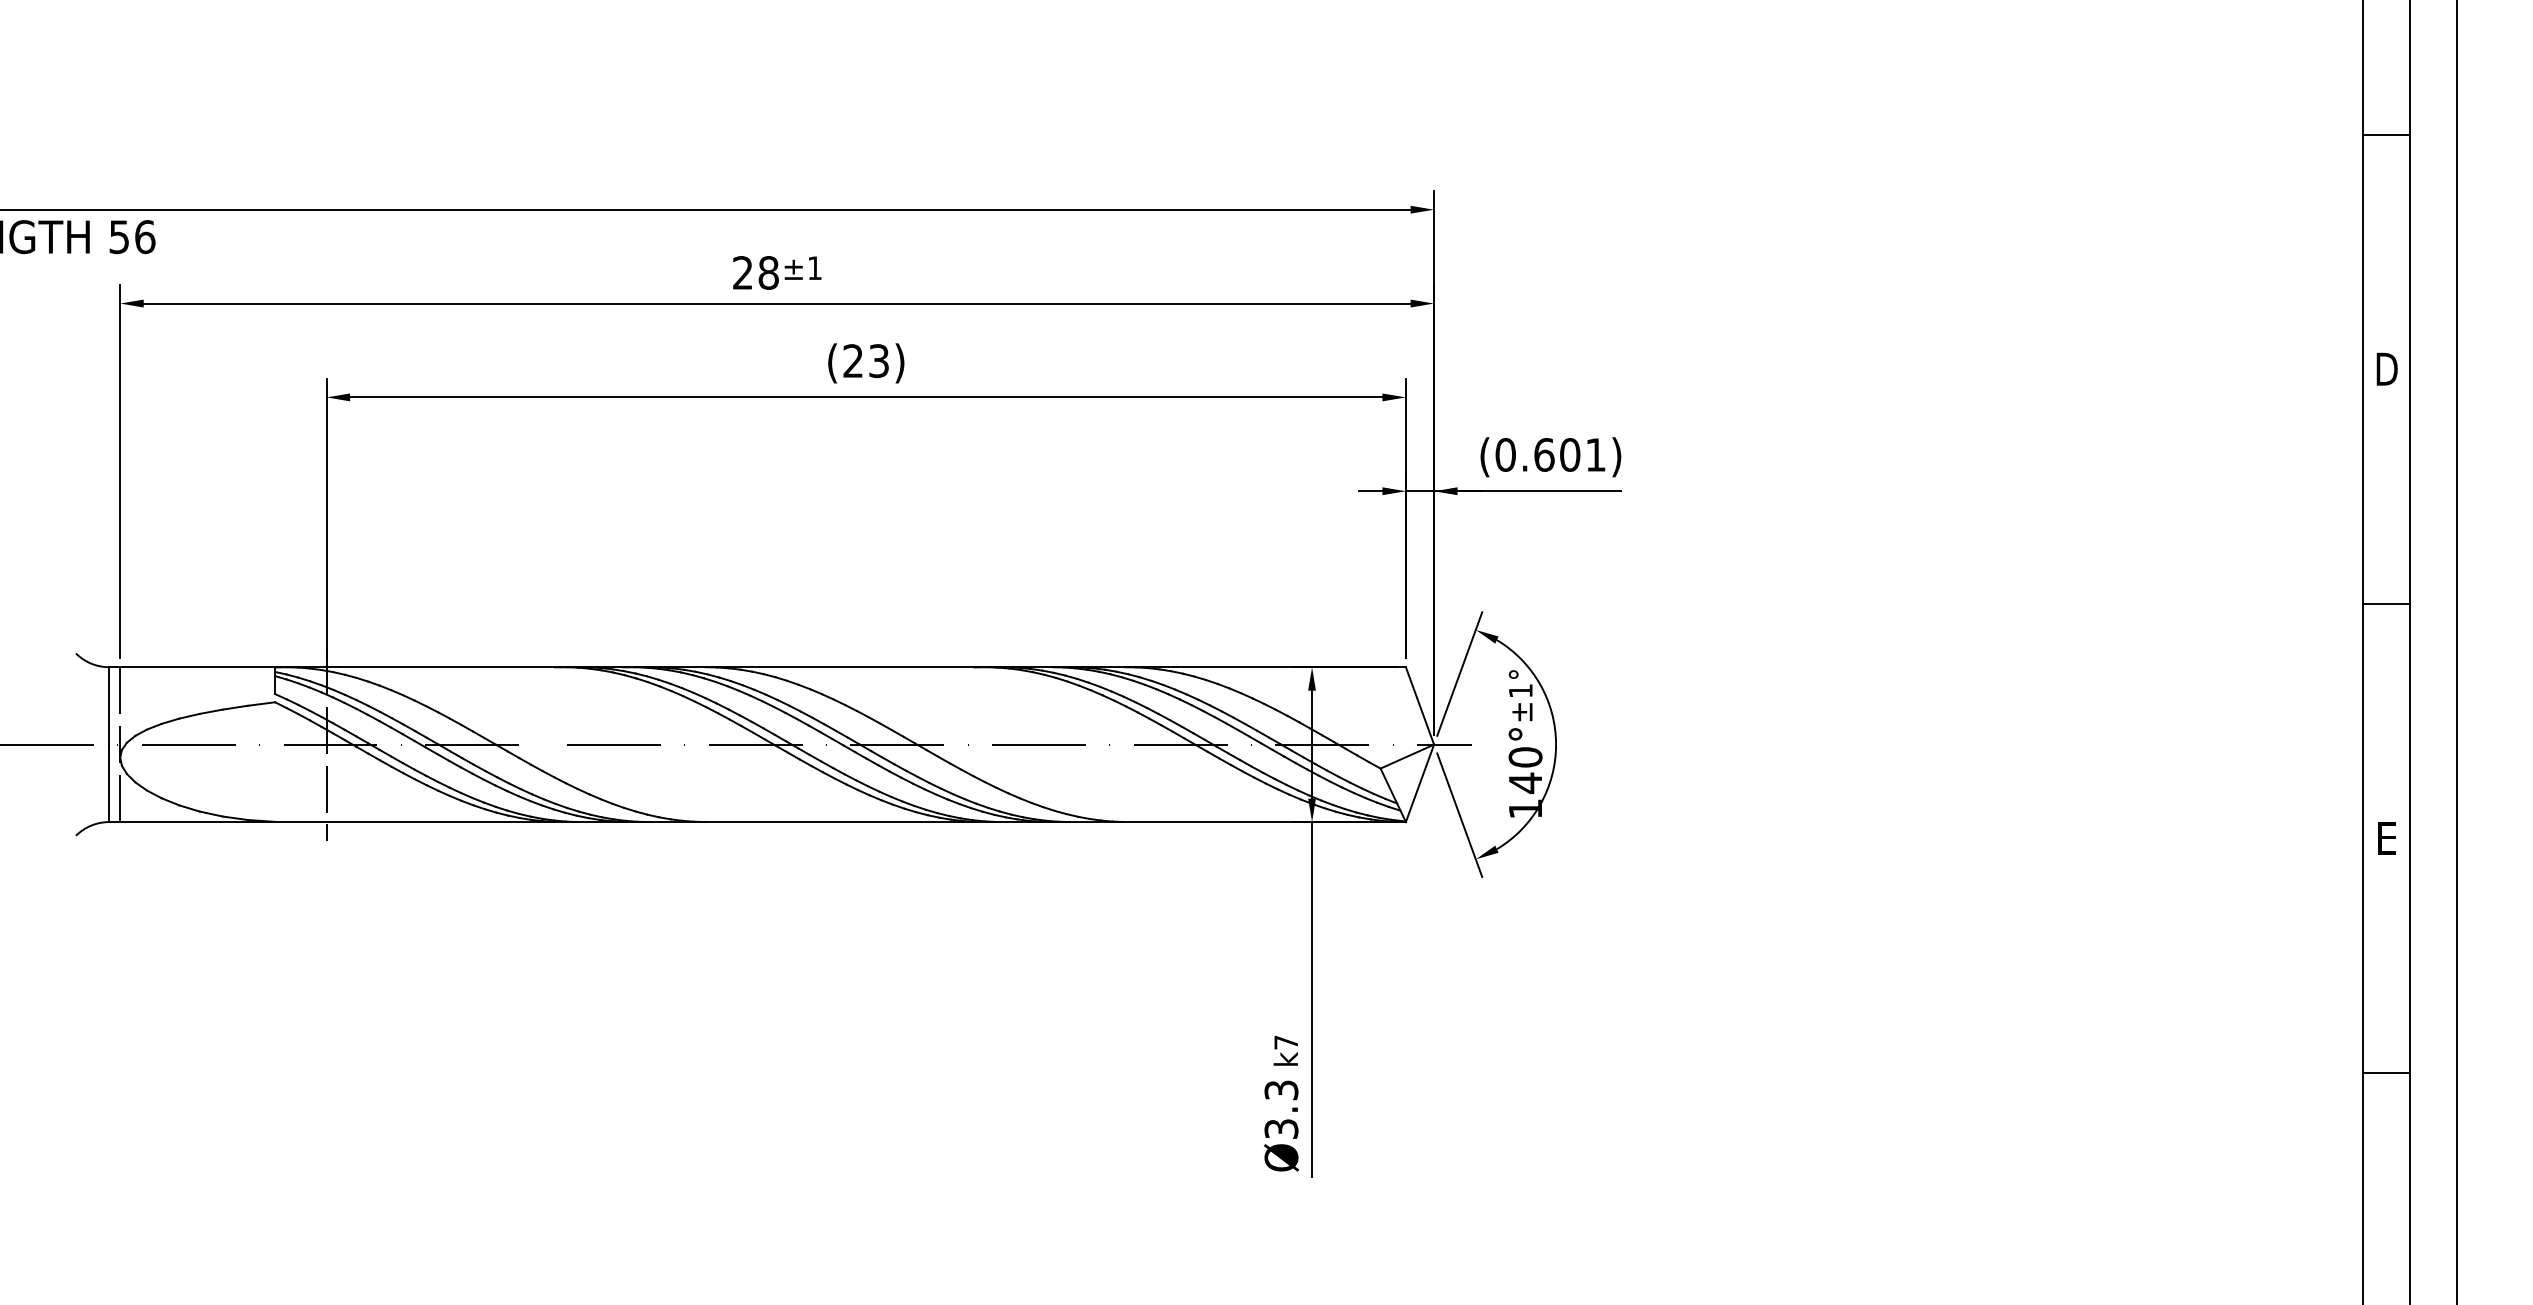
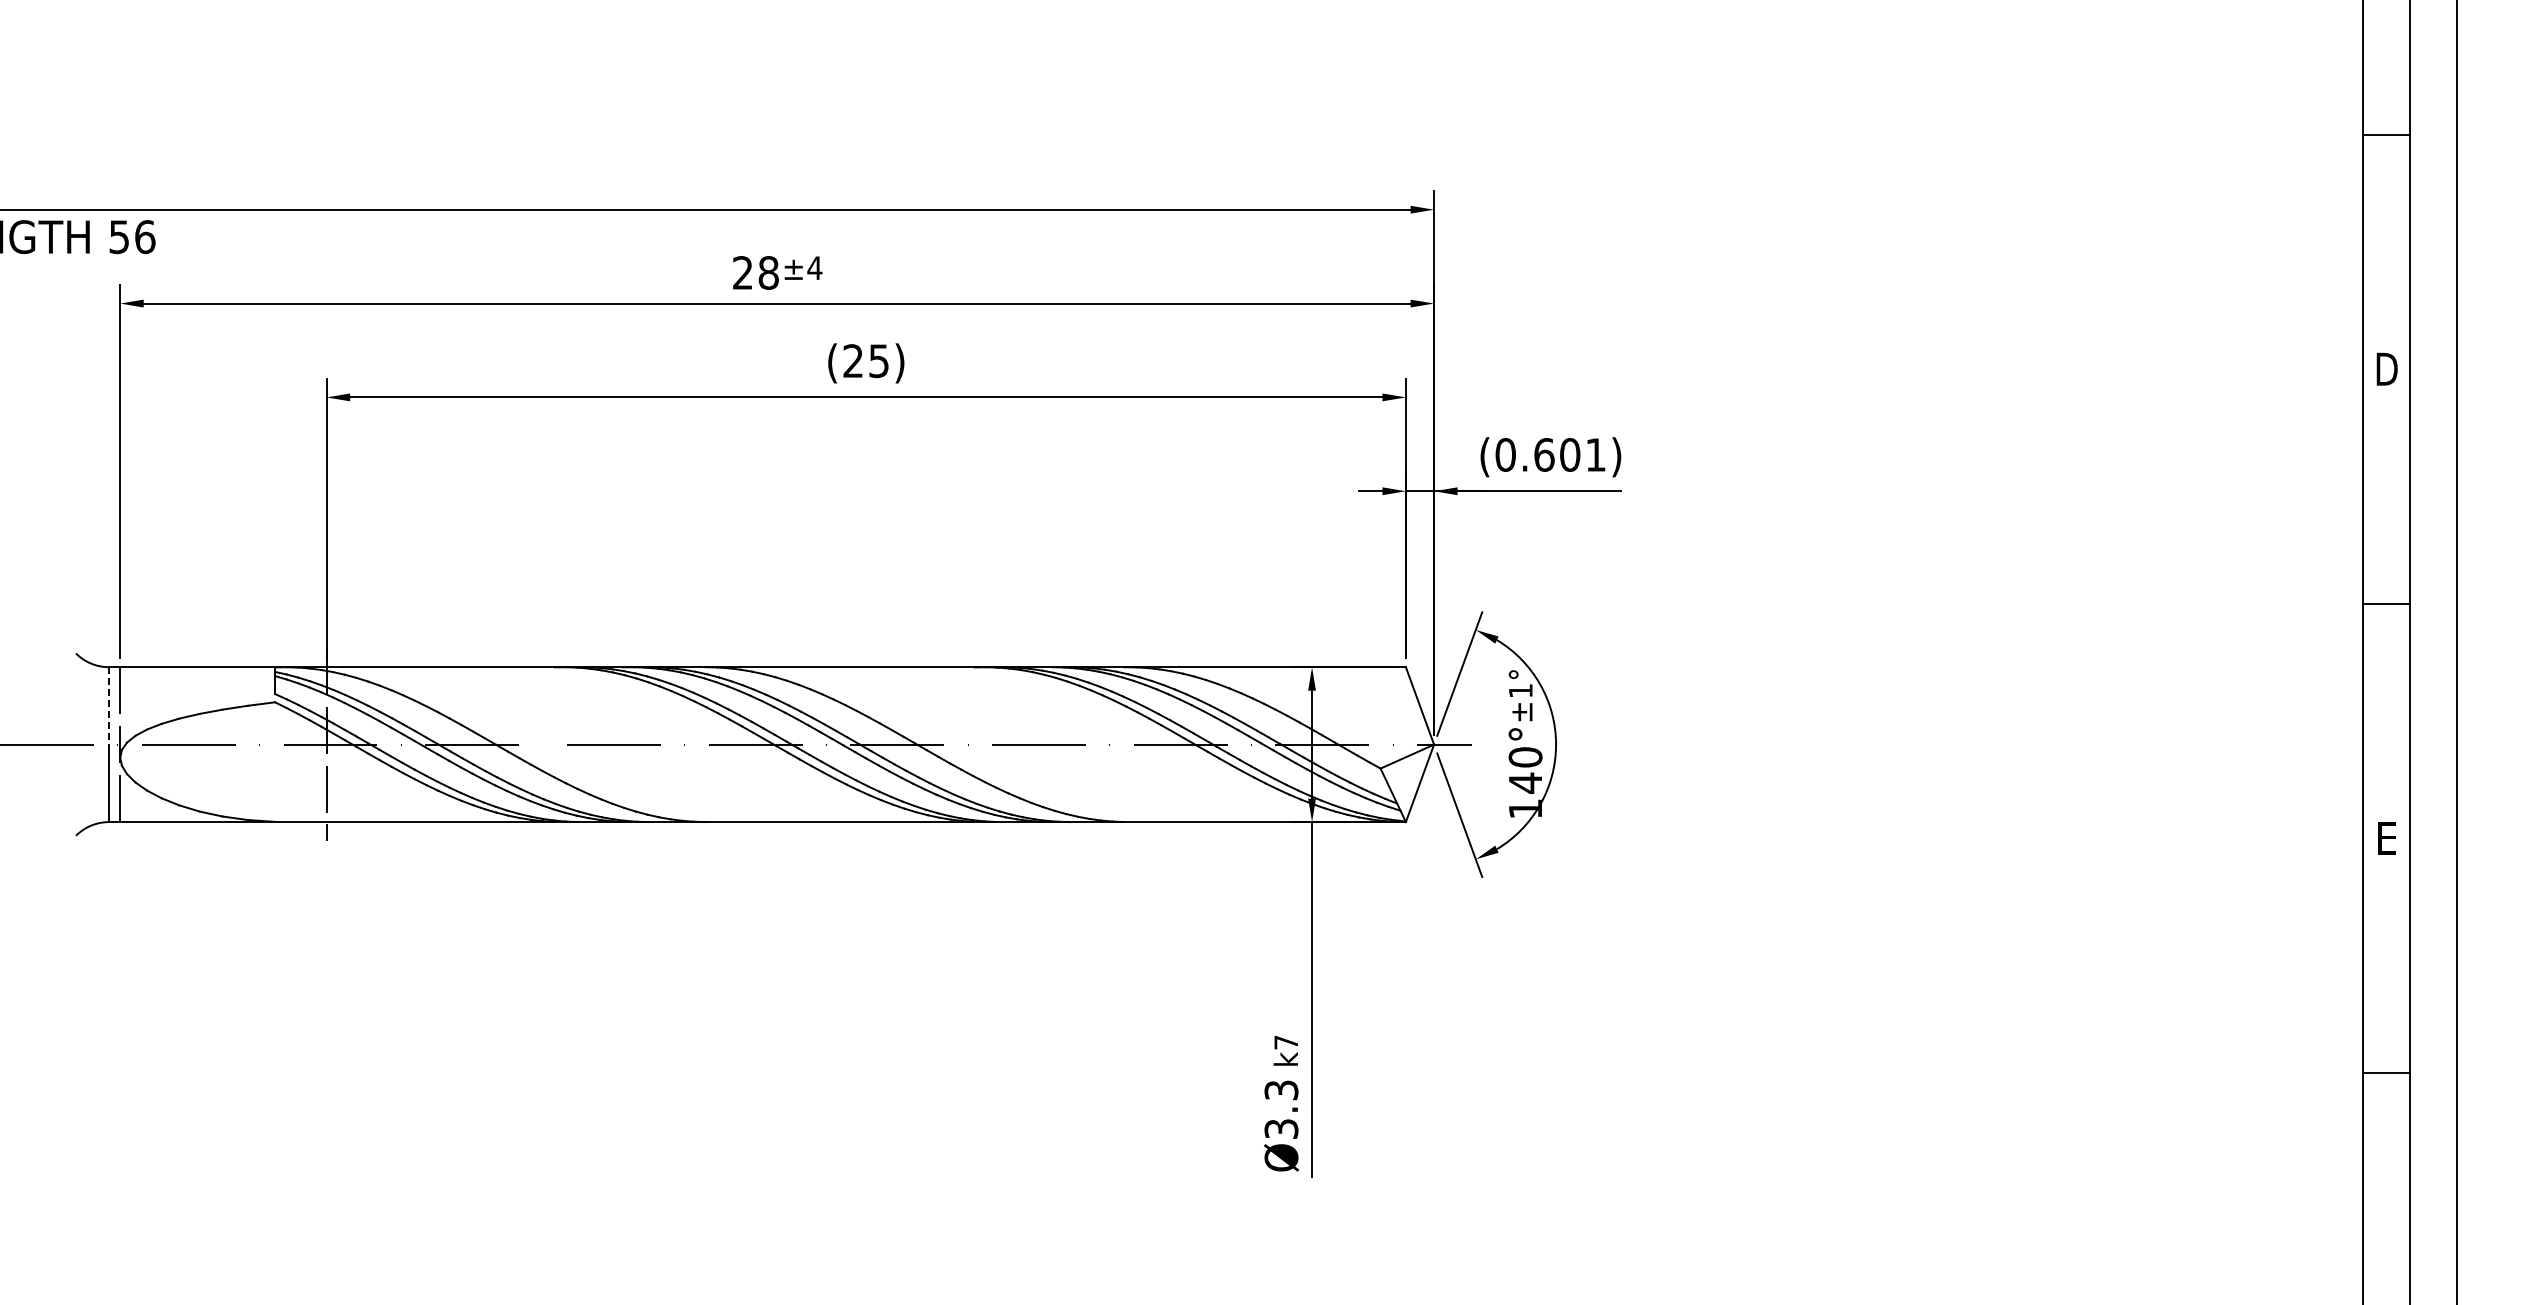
text at (814, 267): ±1 -> ±4
text at (879, 360): (23) -> (25)
line at (109, 705): solid -> dashed
